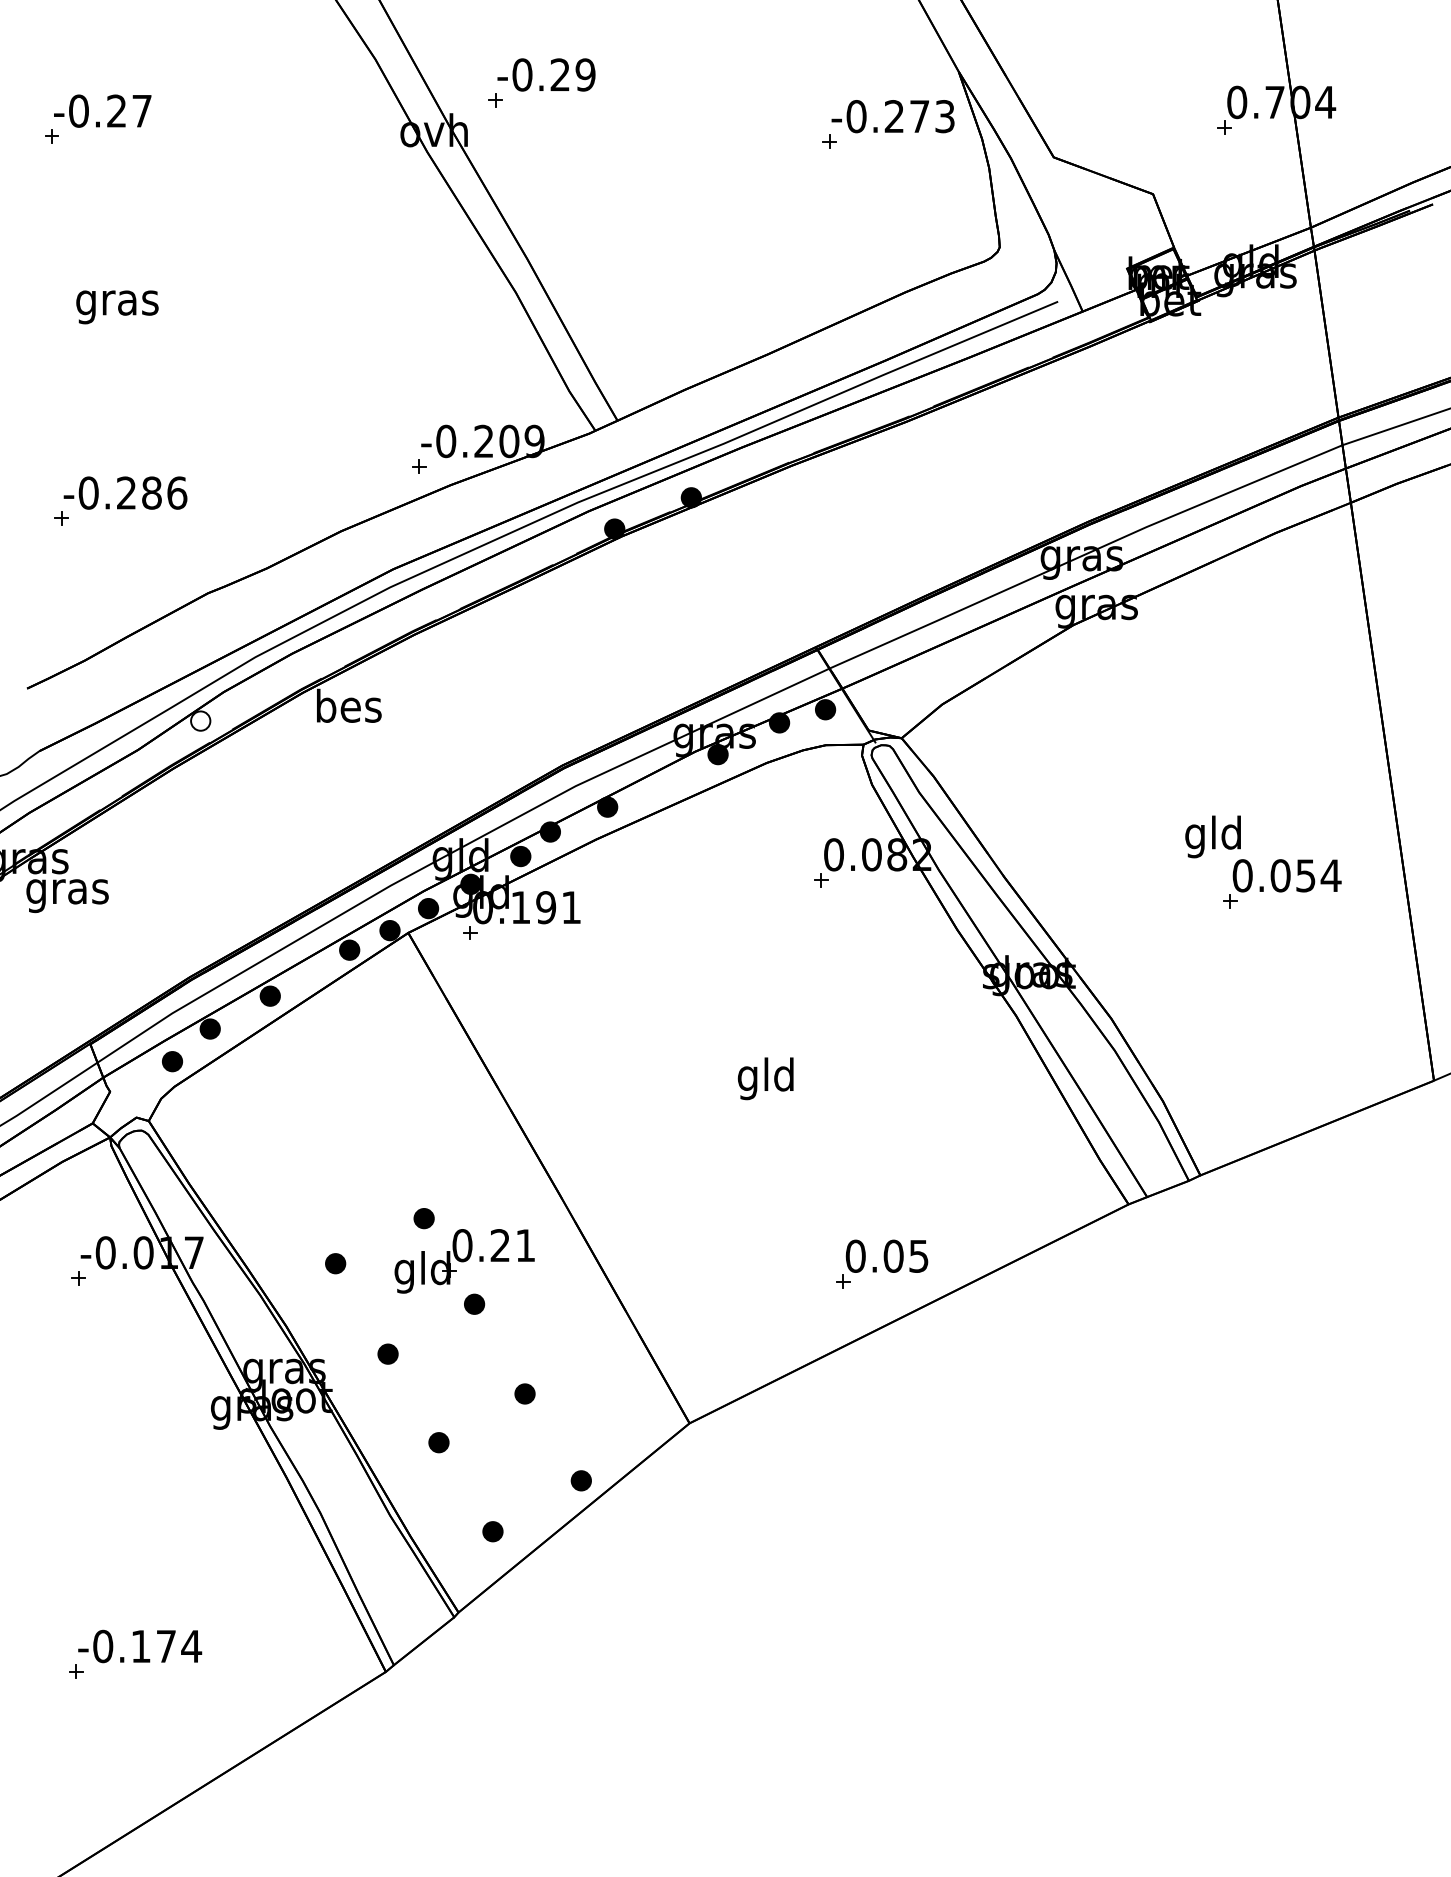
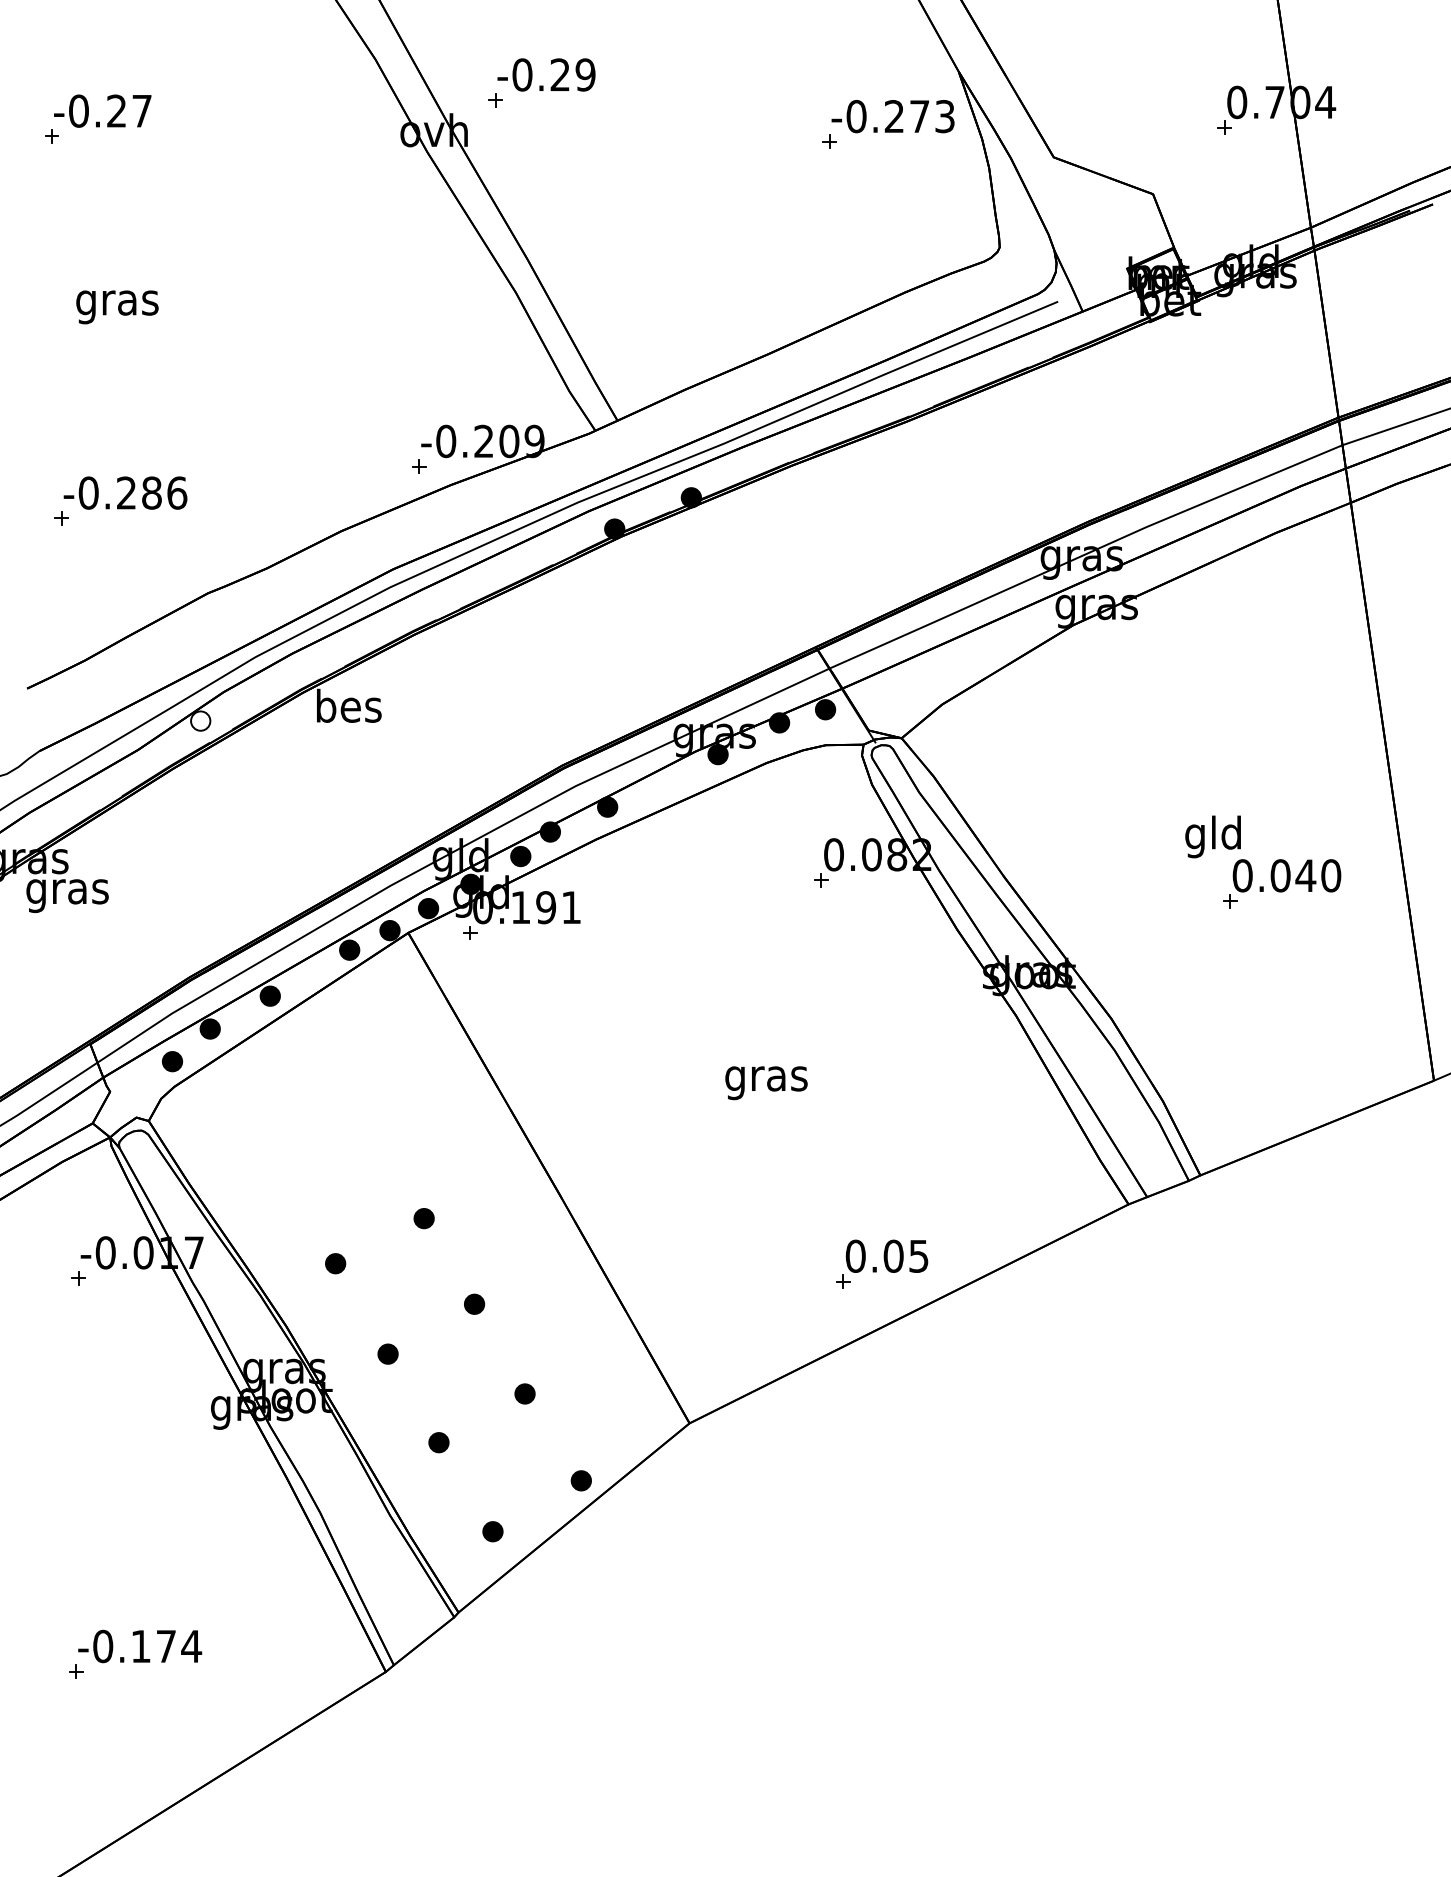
text at (1318, 875): 0.054 -> 0.040
text at (766, 1078): gld -> gras
part at (464, 1261): present -> none
